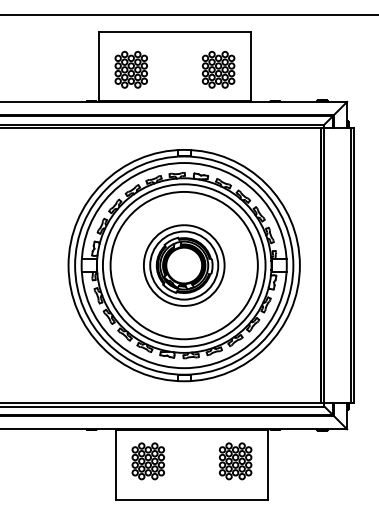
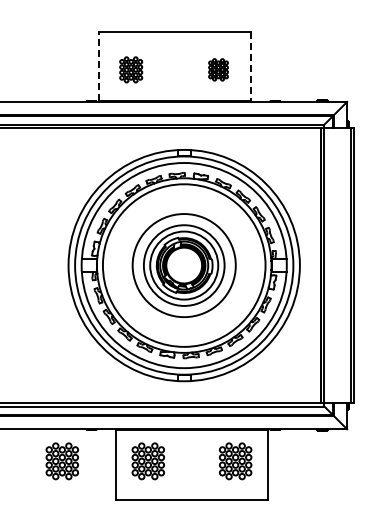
line at (188, 15): present -> none
line at (98, 66): solid -> dashed
line at (251, 66): solid -> dashed
part at (130, 69) size: 34x38 px -> 25x28 px
part at (218, 69) size: 35x38 px -> 21x24 px
circle at (183, 265) diameter: 147 px -> 103 px
part at (61, 461): none -> present
